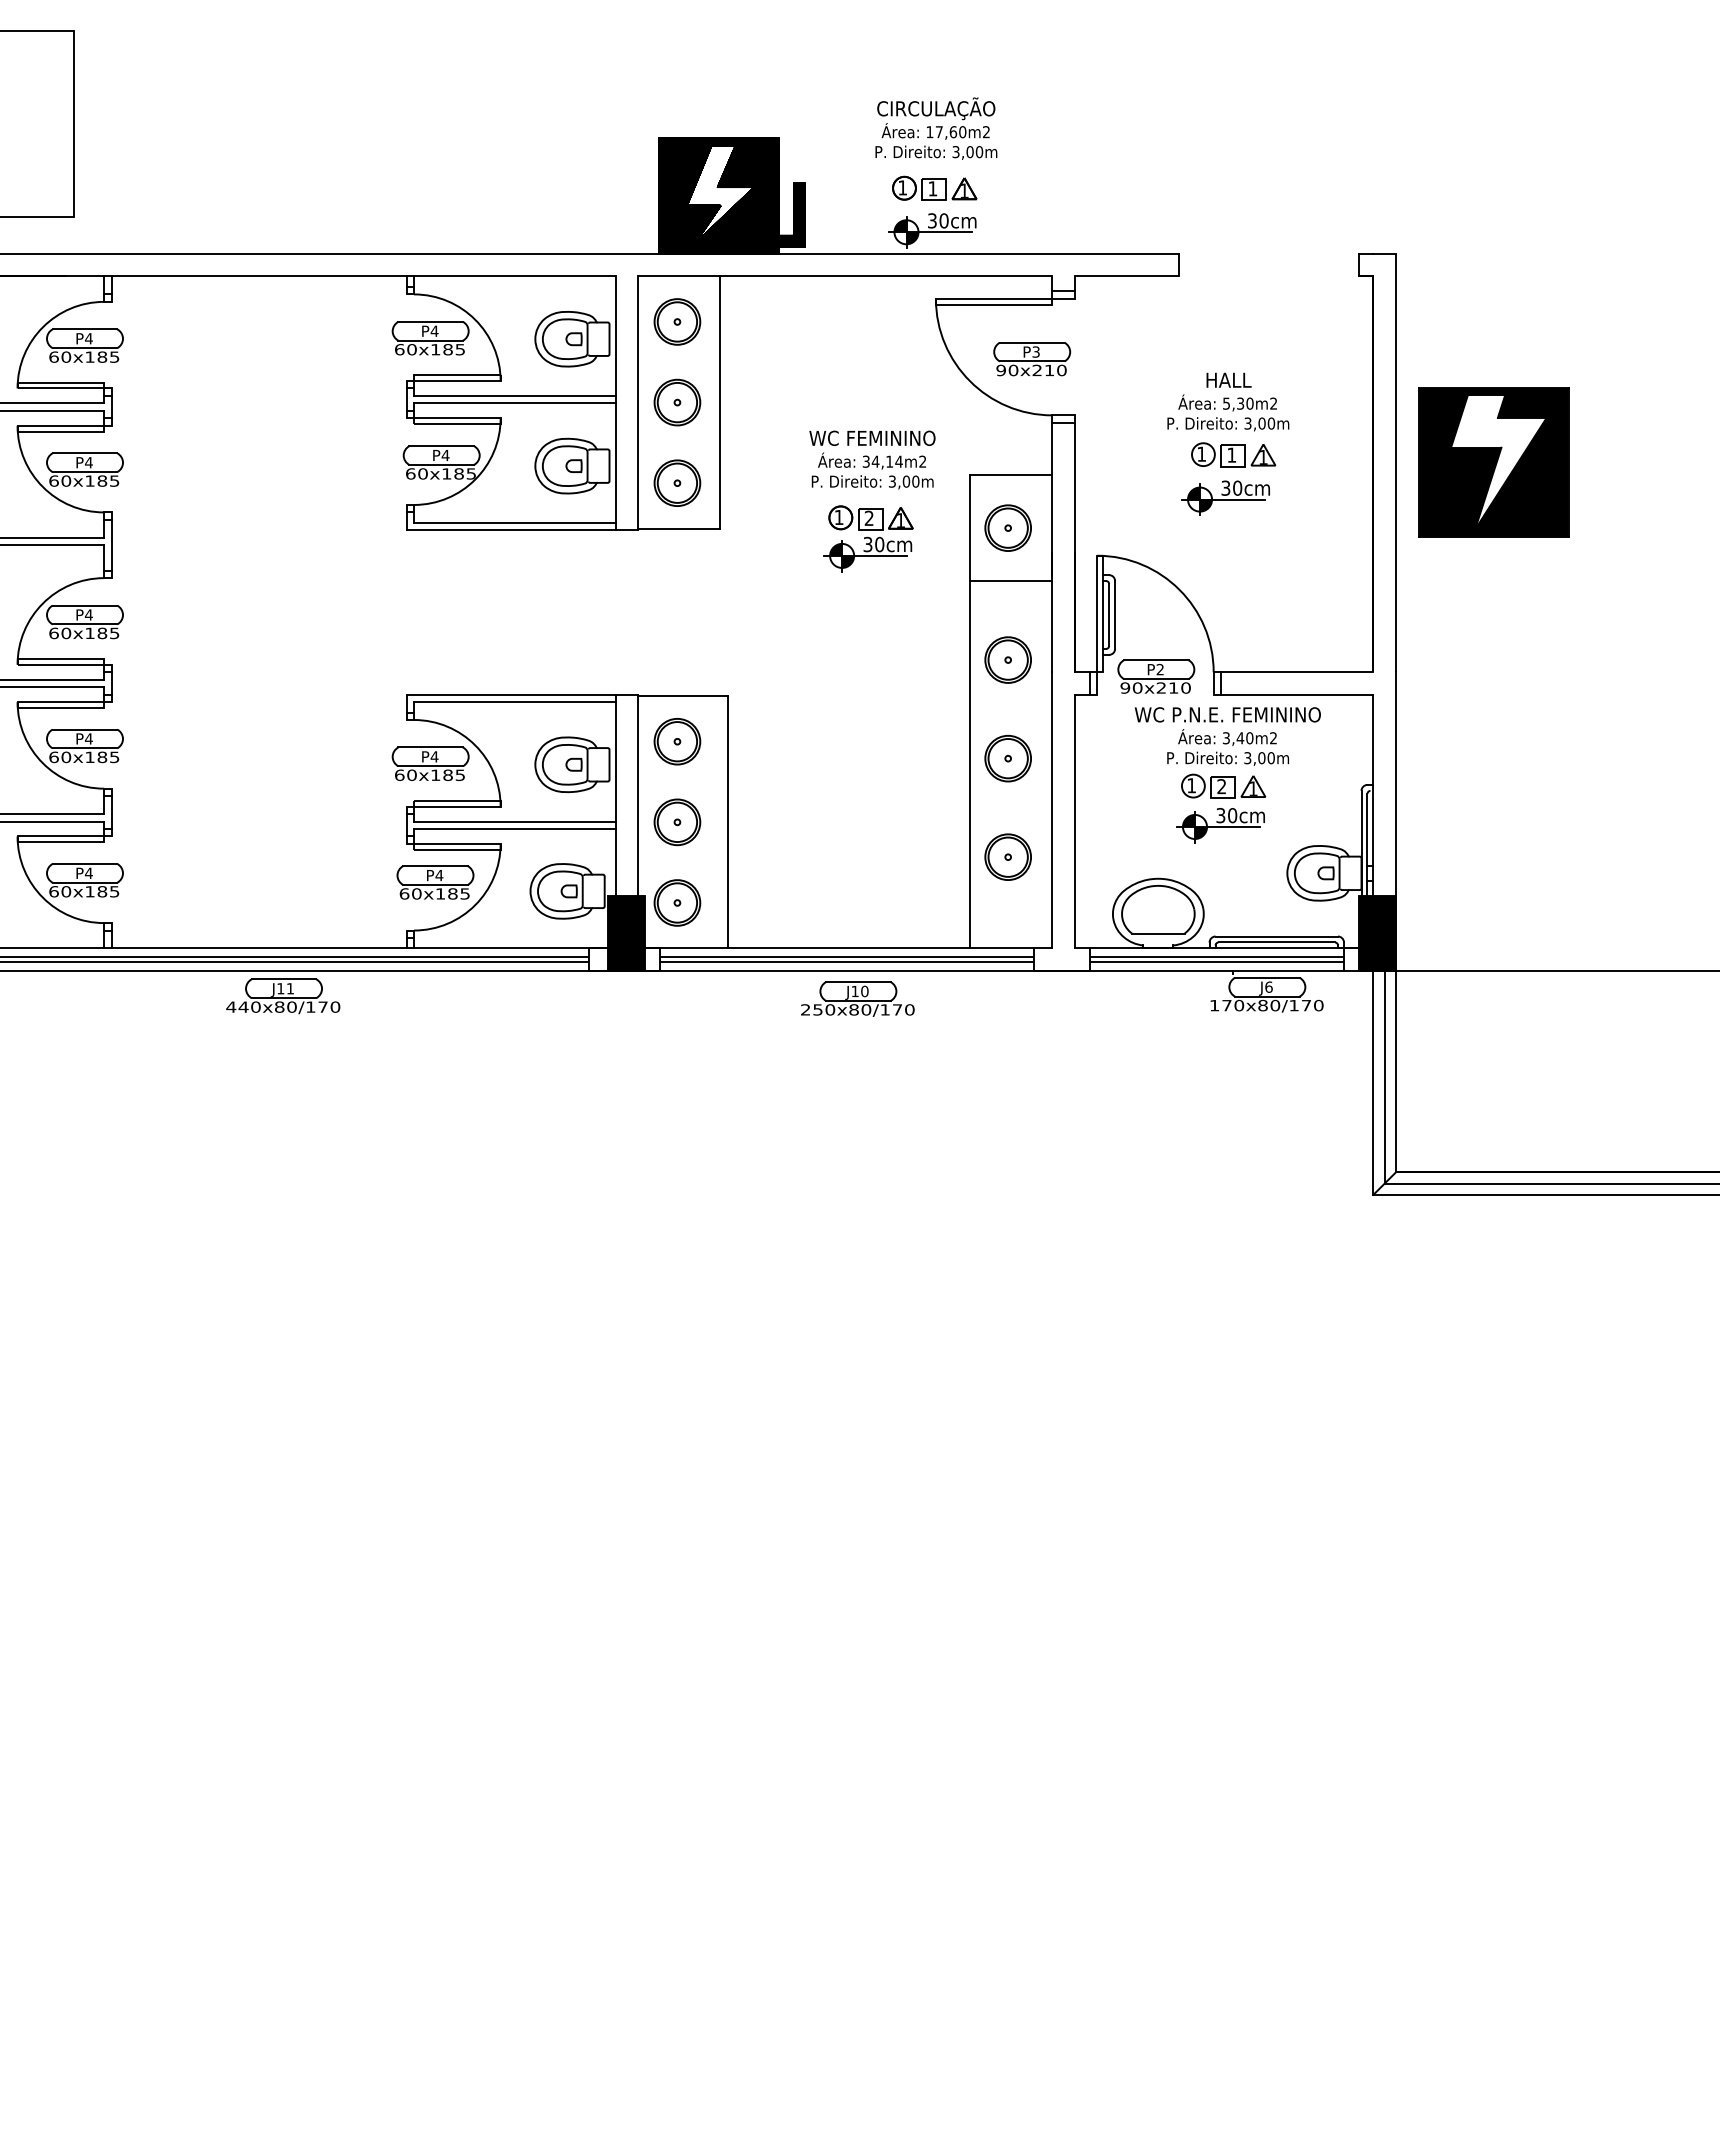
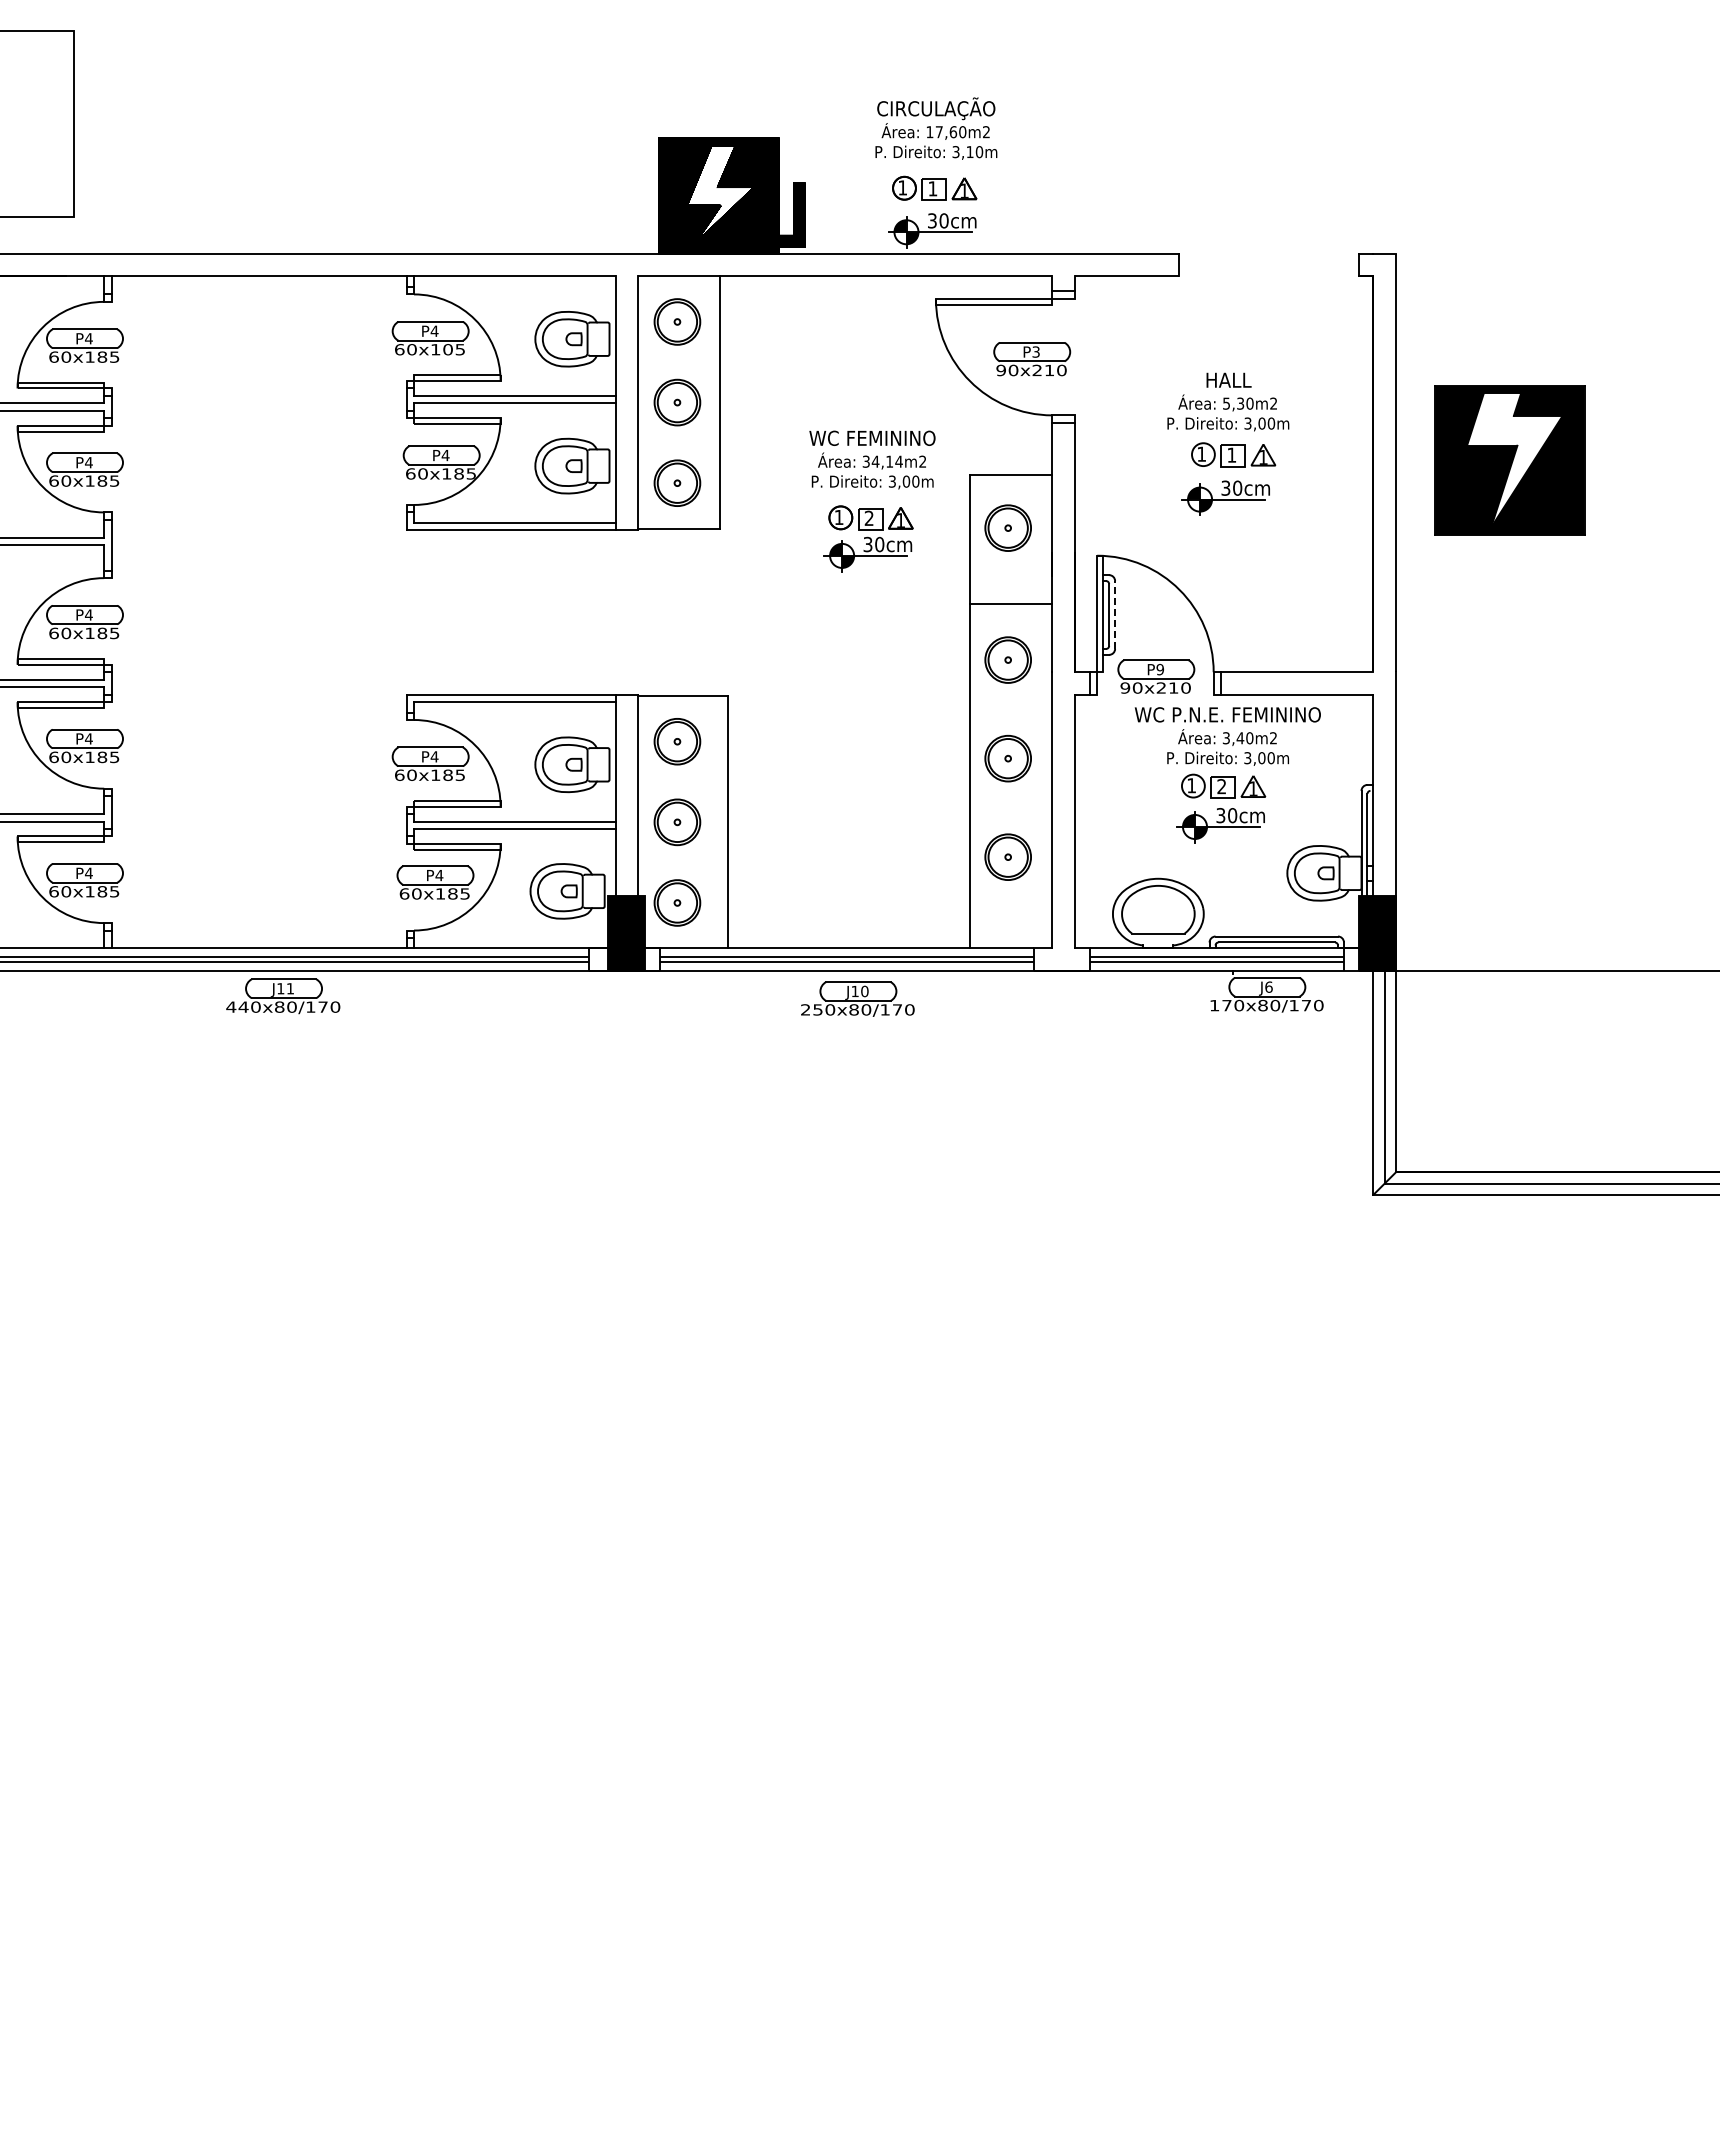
text at (969, 152): 3,00m -> 3,10m
text at (447, 349): 60x185 -> 60x105
part at (1493, 462) position: (1493, 462) -> (1509, 460)
line at (1011, 581) position: (1011, 581) -> (1011, 604)
line at (1115, 615): solid -> dashed
text at (1160, 669): P2 -> P9
